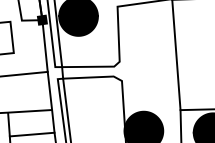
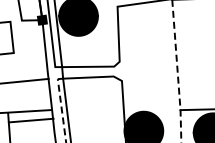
line at (177, 72): solid -> dashed
line at (24, 73) position: (24, 73) -> (25, 80)
line at (61, 107): solid -> dashed
line at (31, 134) position: (31, 134) -> (30, 120)
